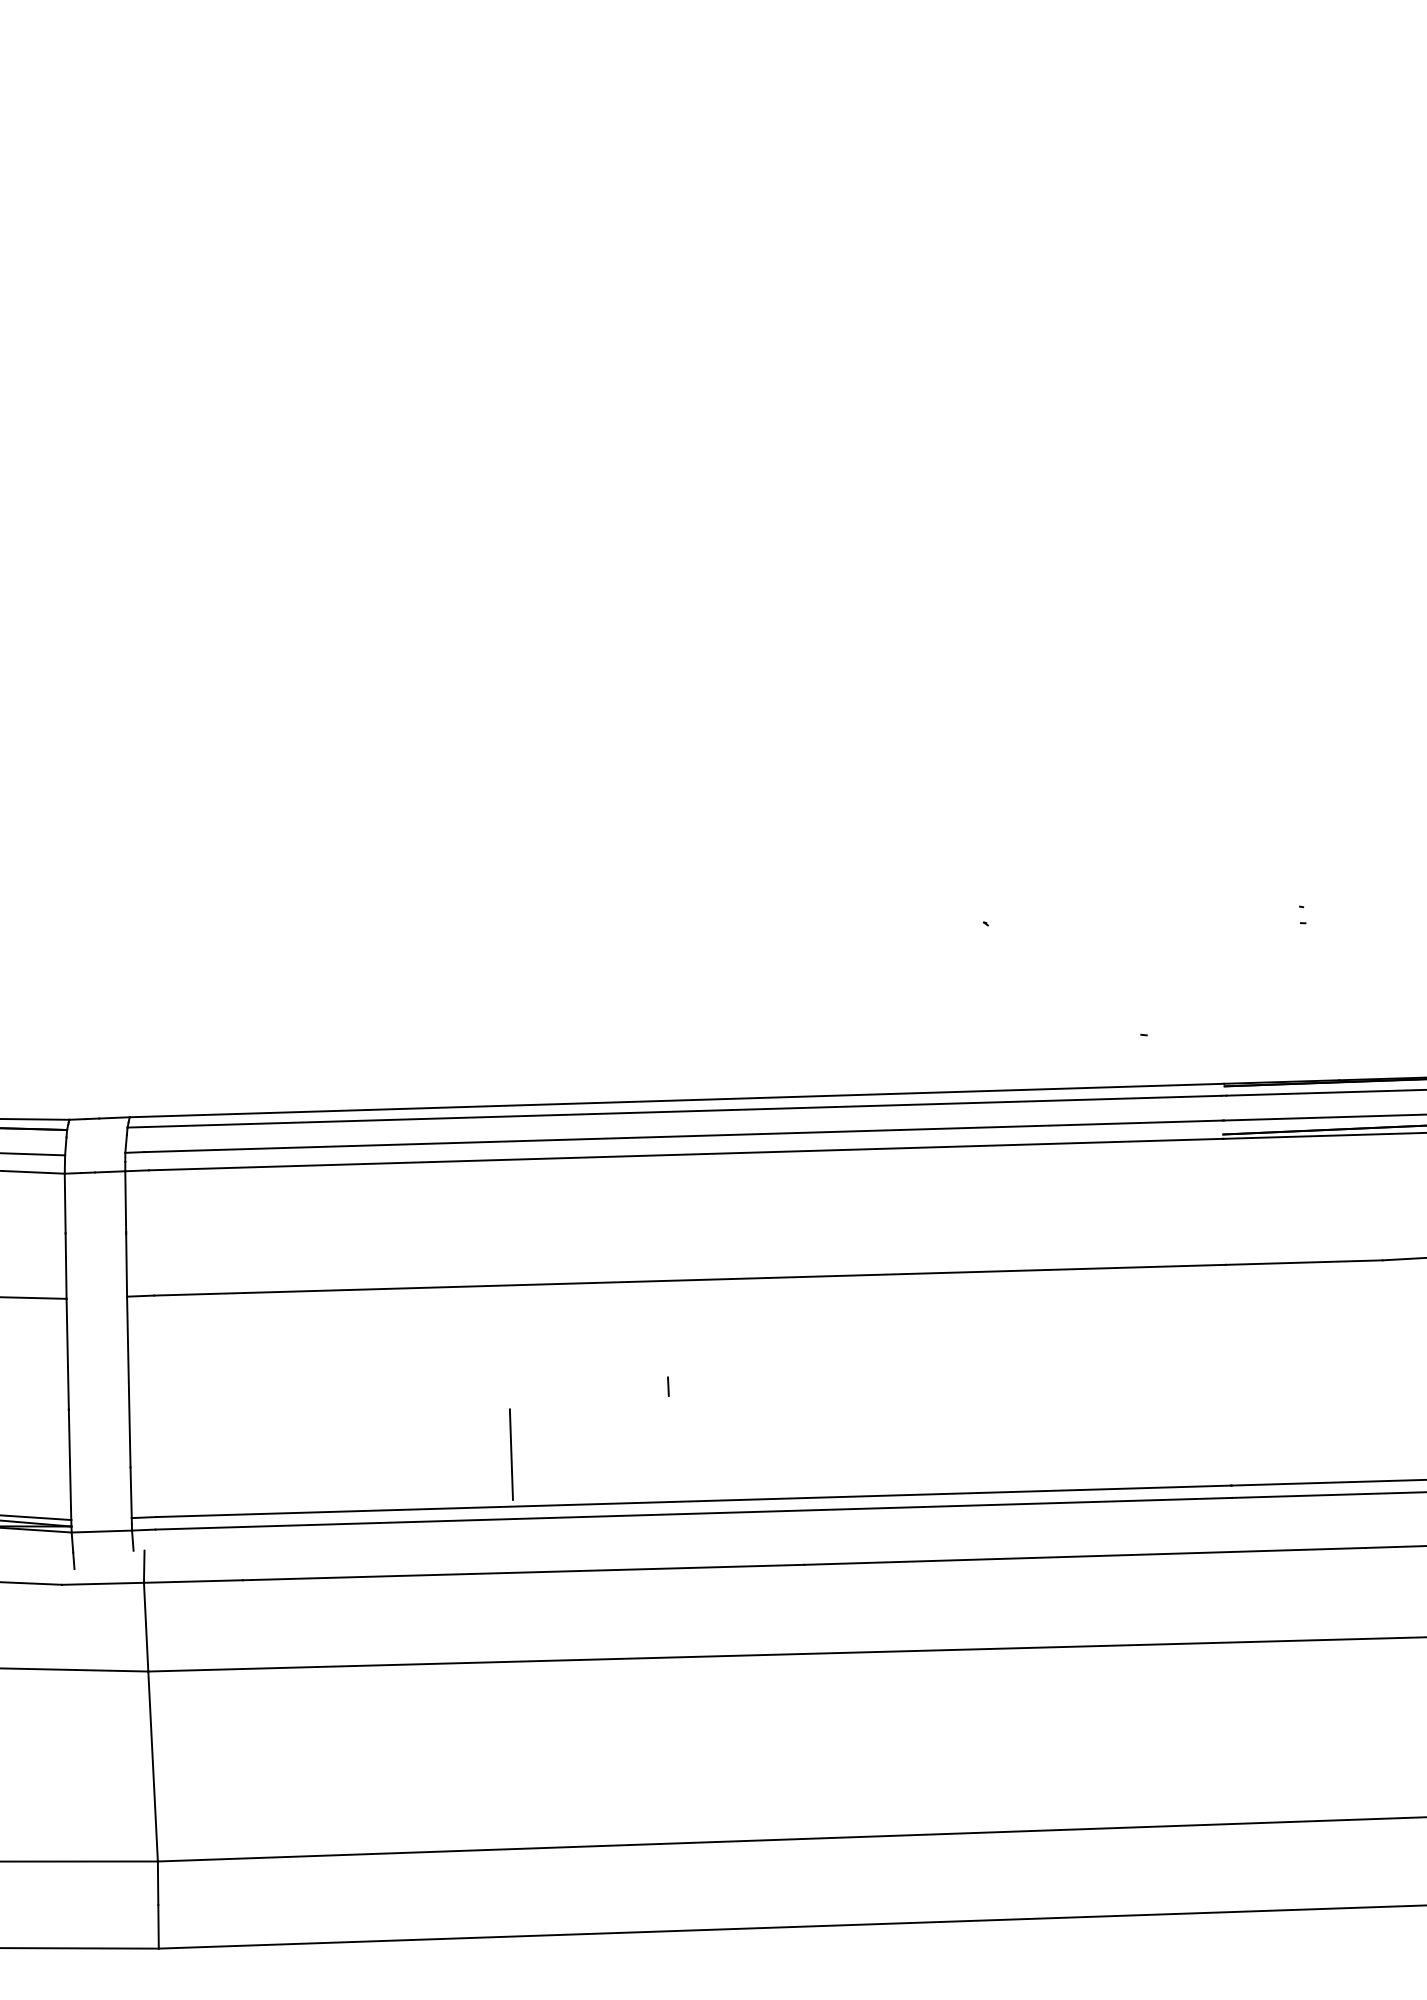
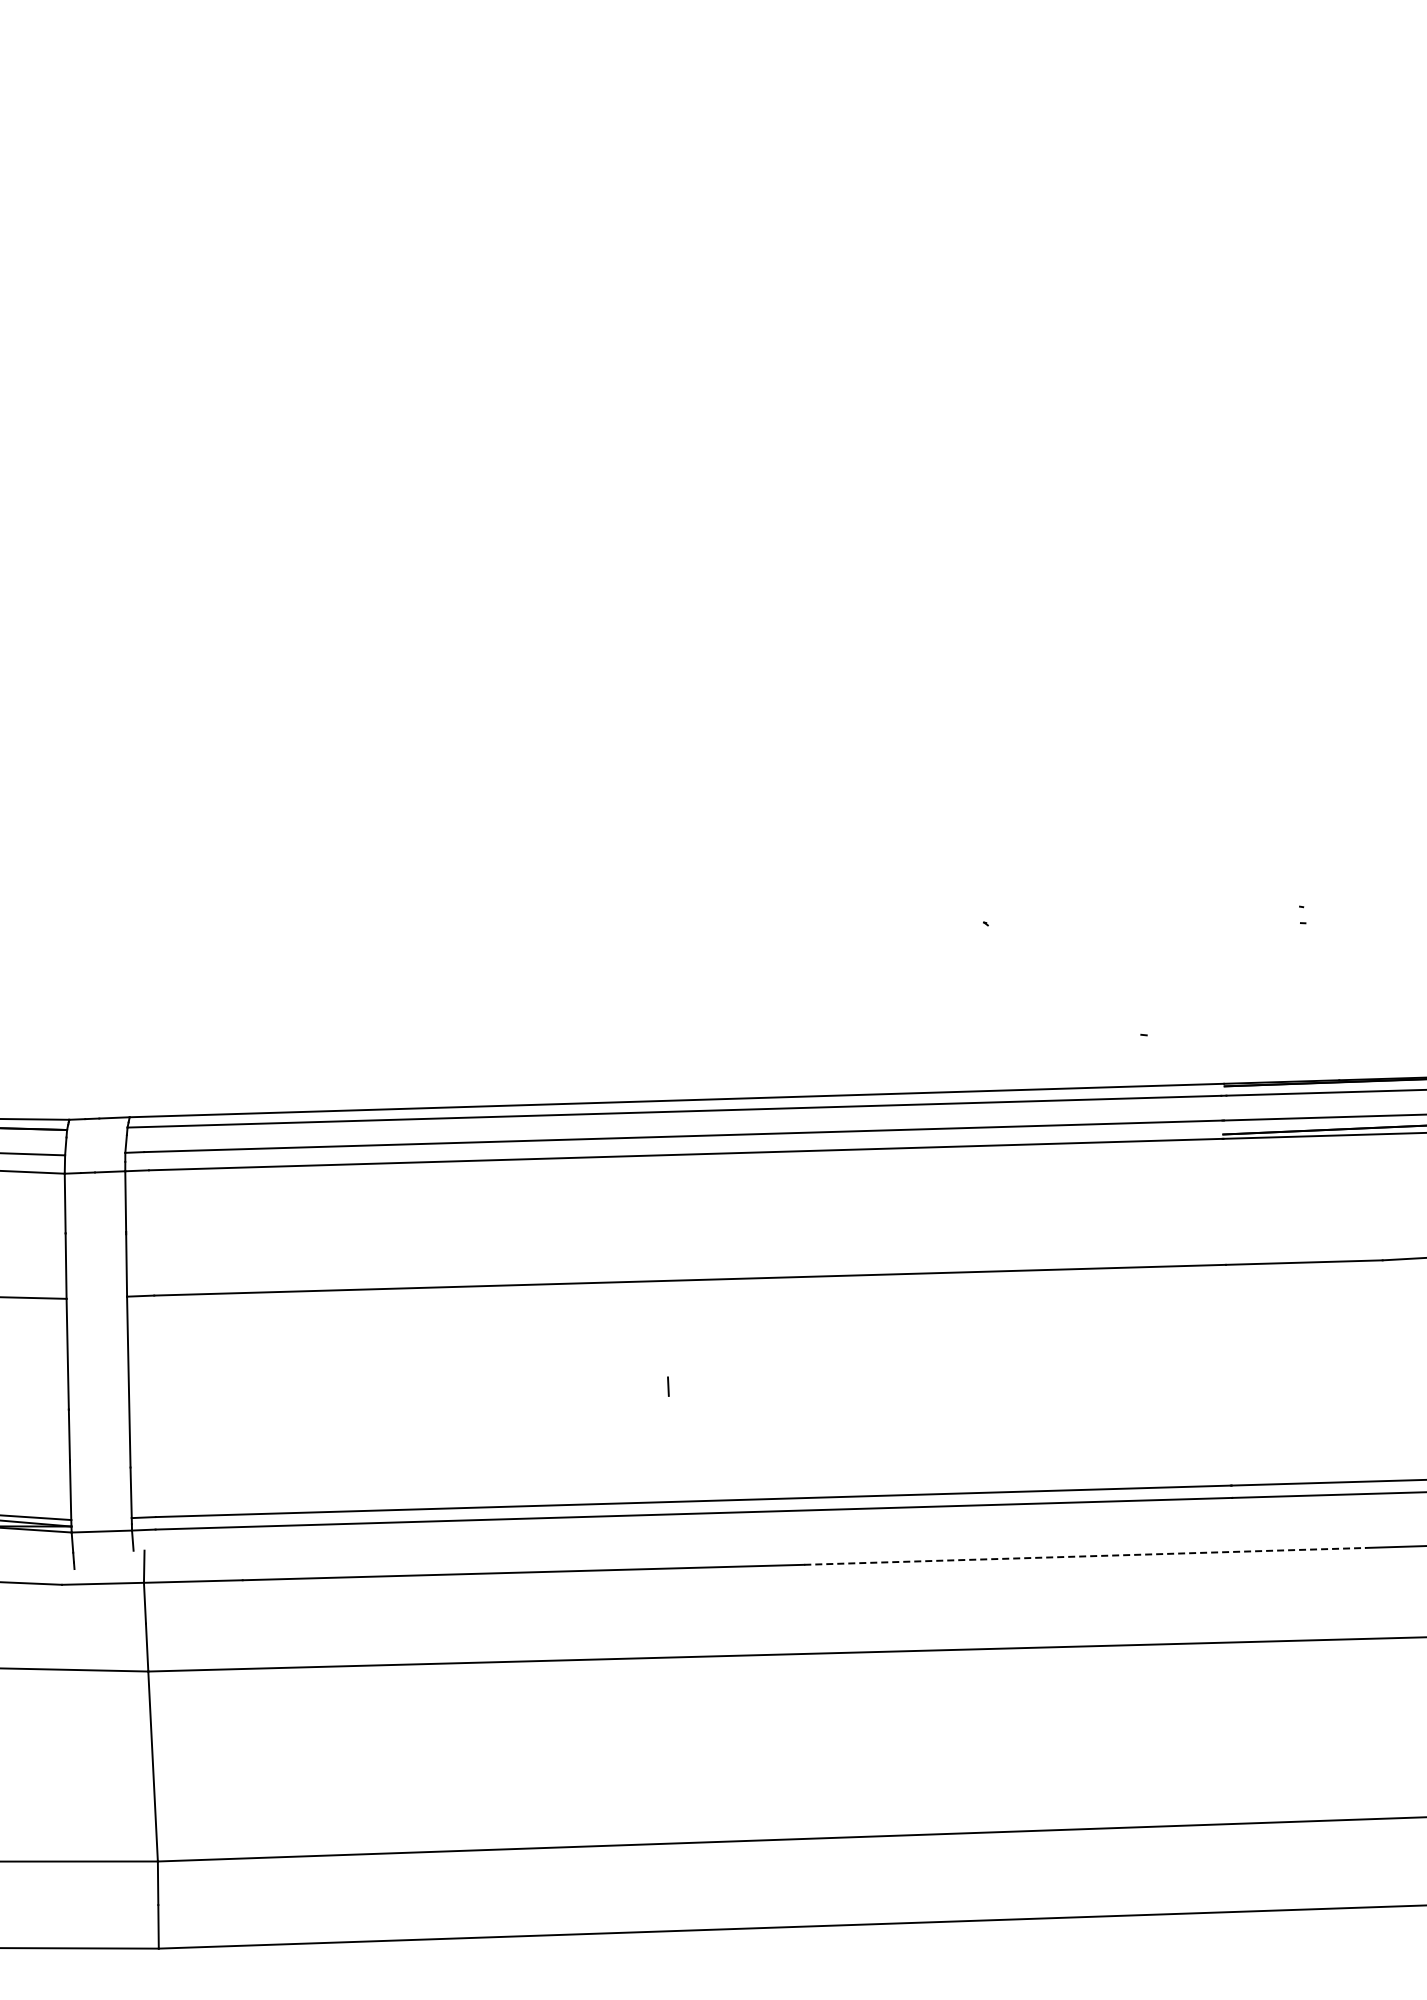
line at (510, 1454): present -> none
line at (1085, 1556): solid -> dashed
